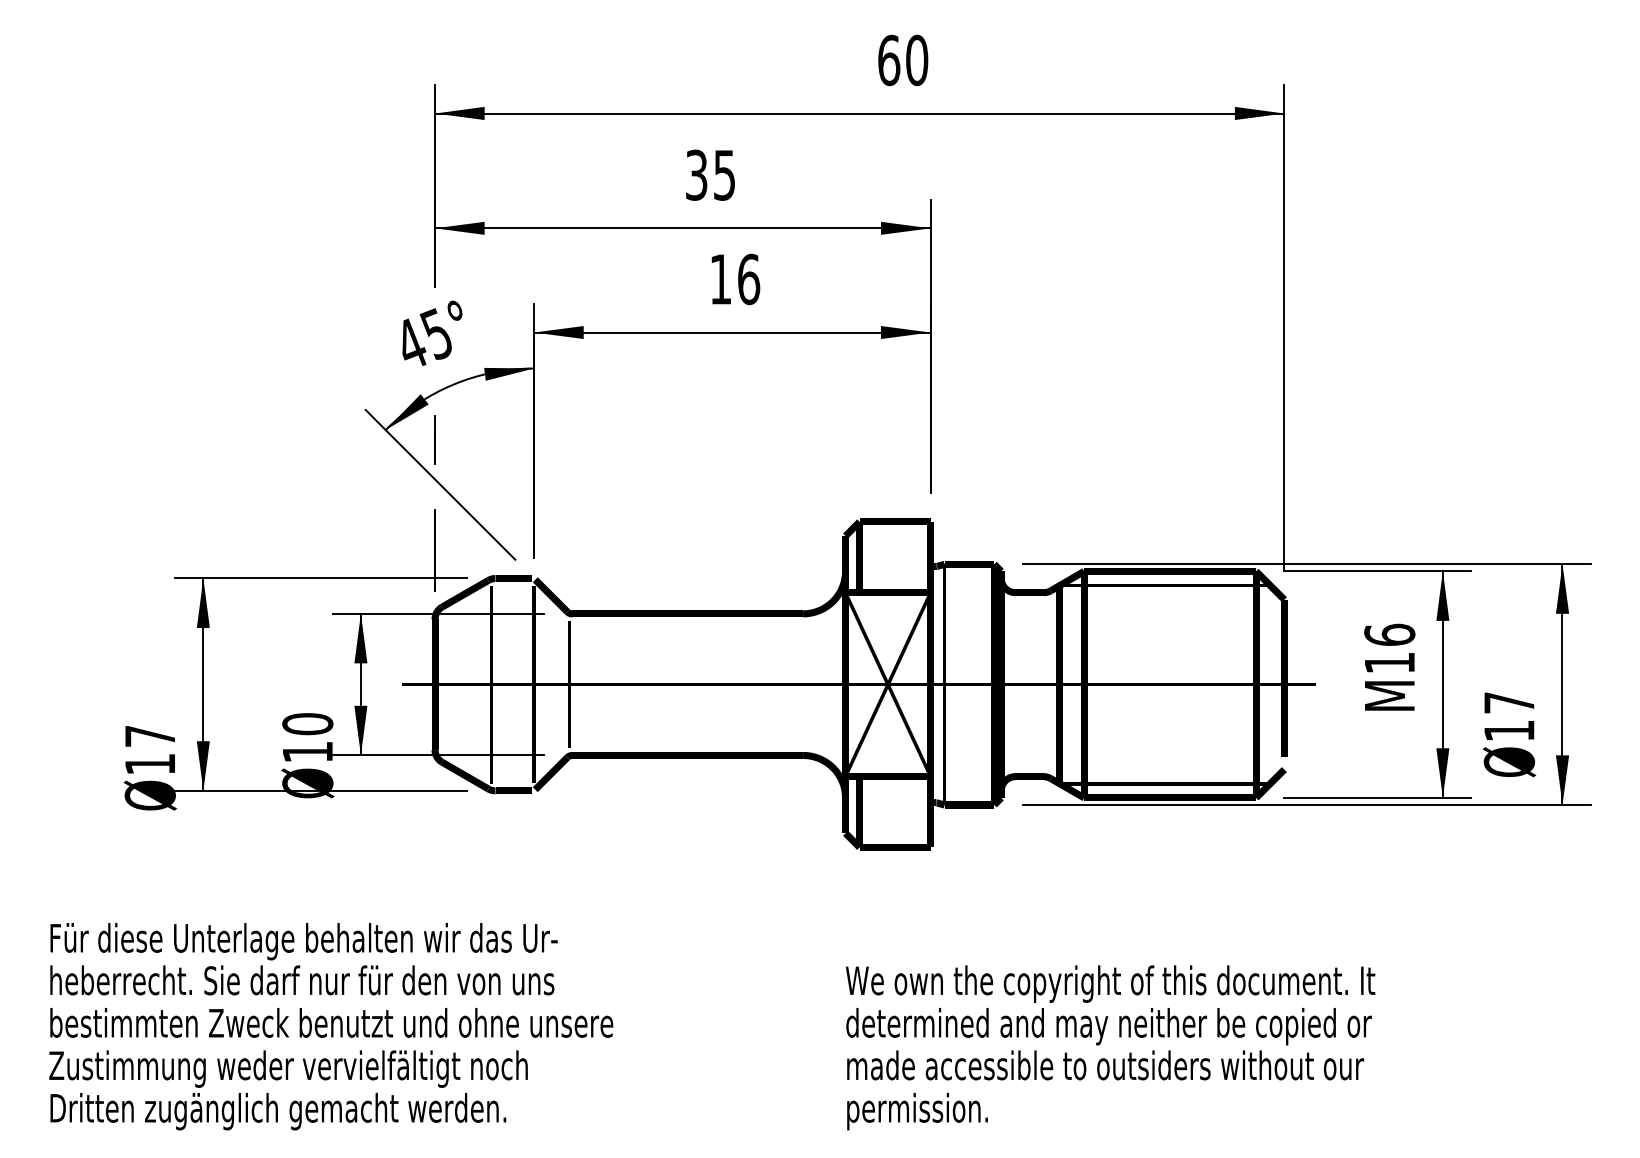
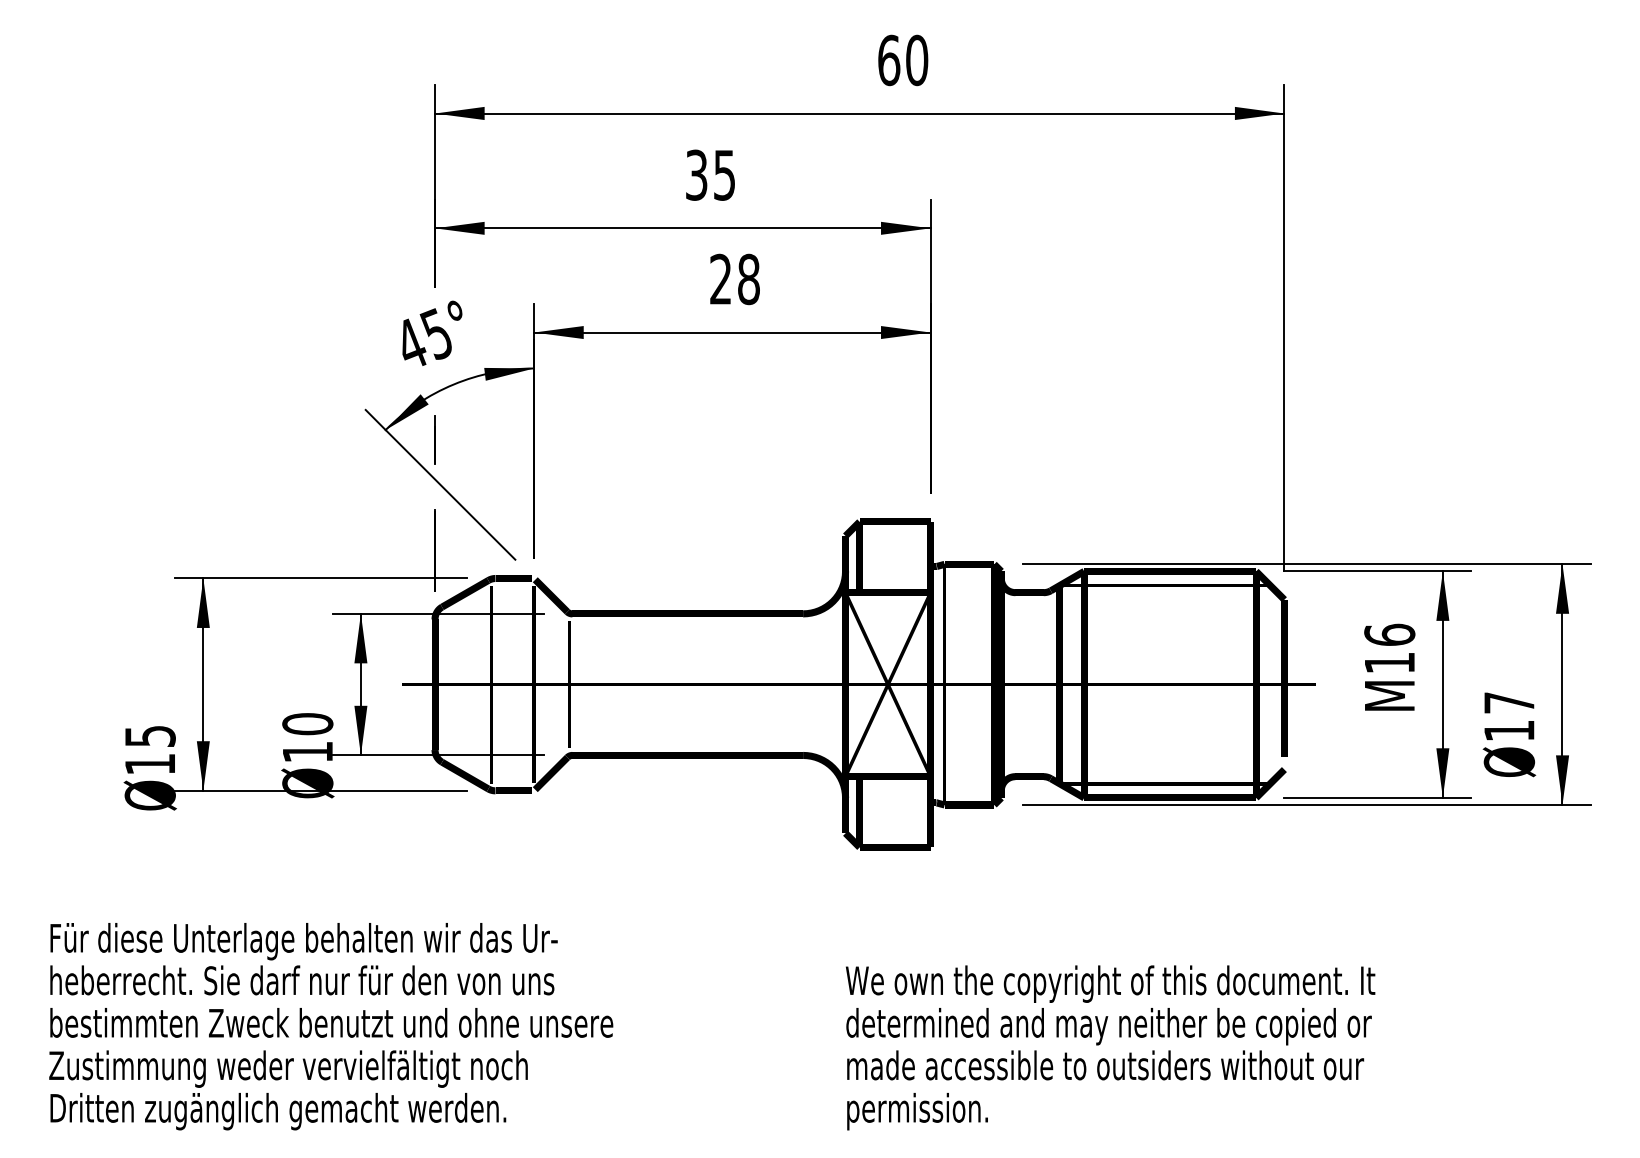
text at (735, 278): 16 -> 28
text at (150, 736): 17 -> 15
